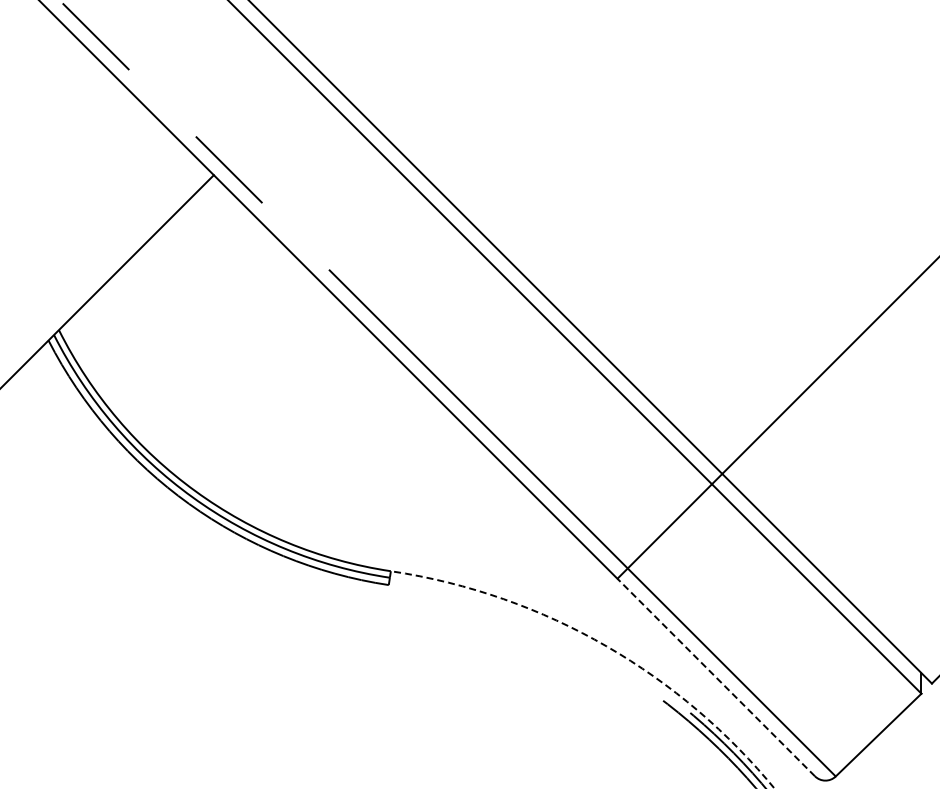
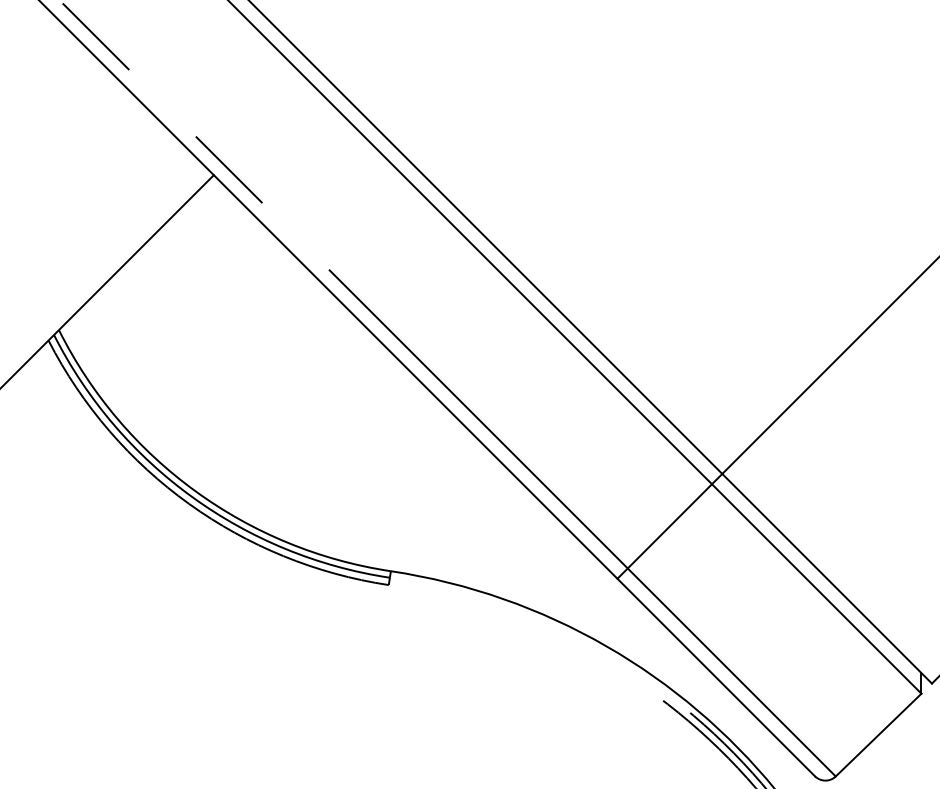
arc at (602, 644): dashed -> solid
line at (716, 677): dashed -> solid
